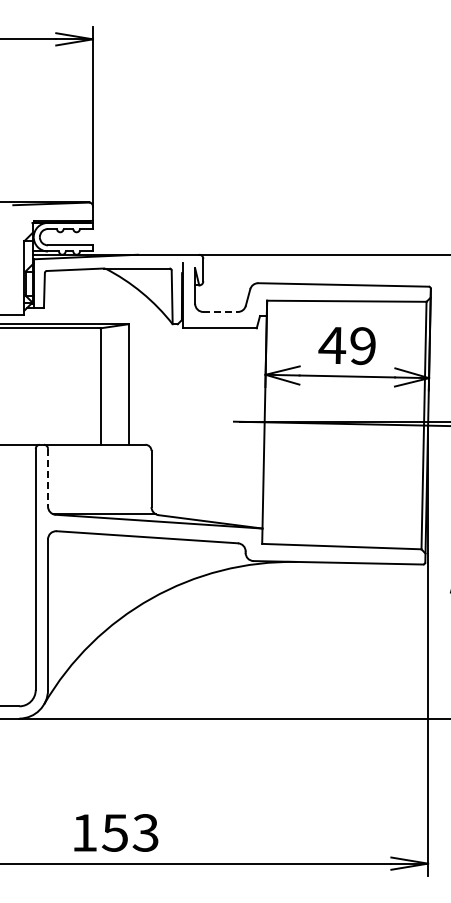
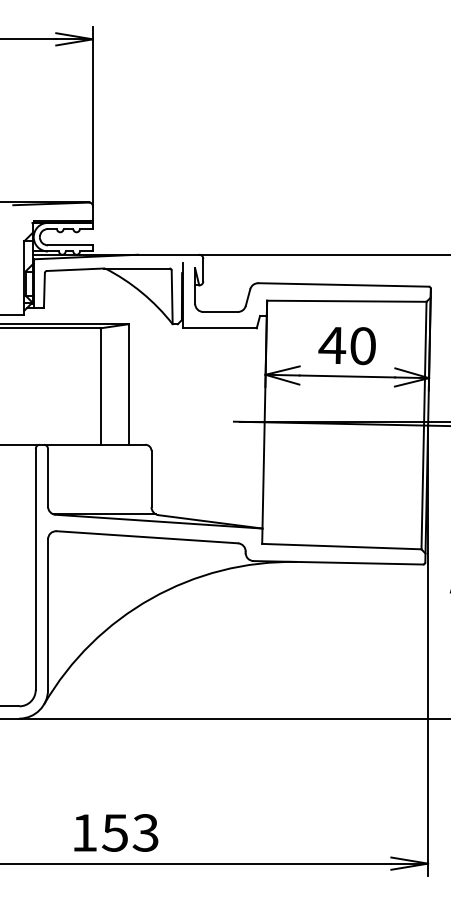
line at (221, 311): dashed -> solid
text at (362, 346): 49 -> 40
line at (48, 477): dashed -> solid
